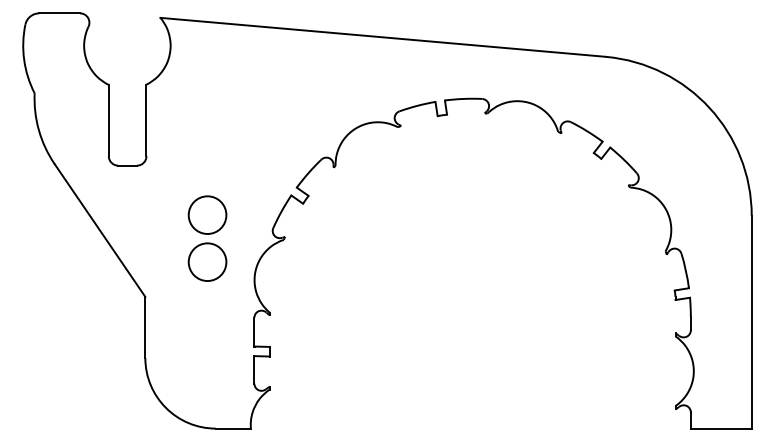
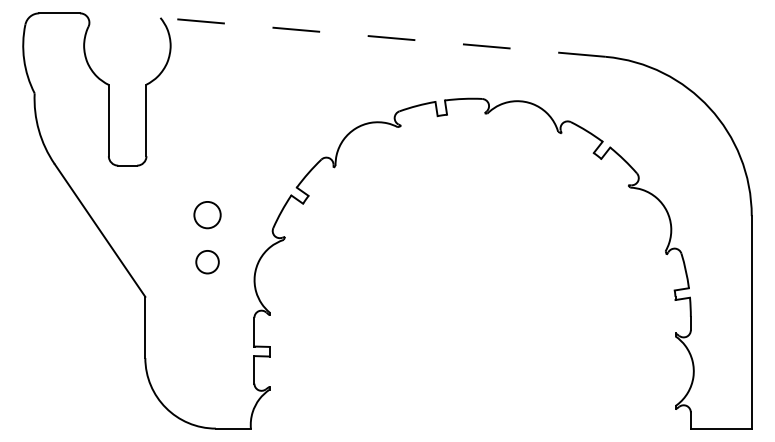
line at (383, 37): solid -> dashed
circle at (207, 214) size: 41x40 px -> 29x29 px
circle at (207, 262) diameter: 38 px -> 23 px
